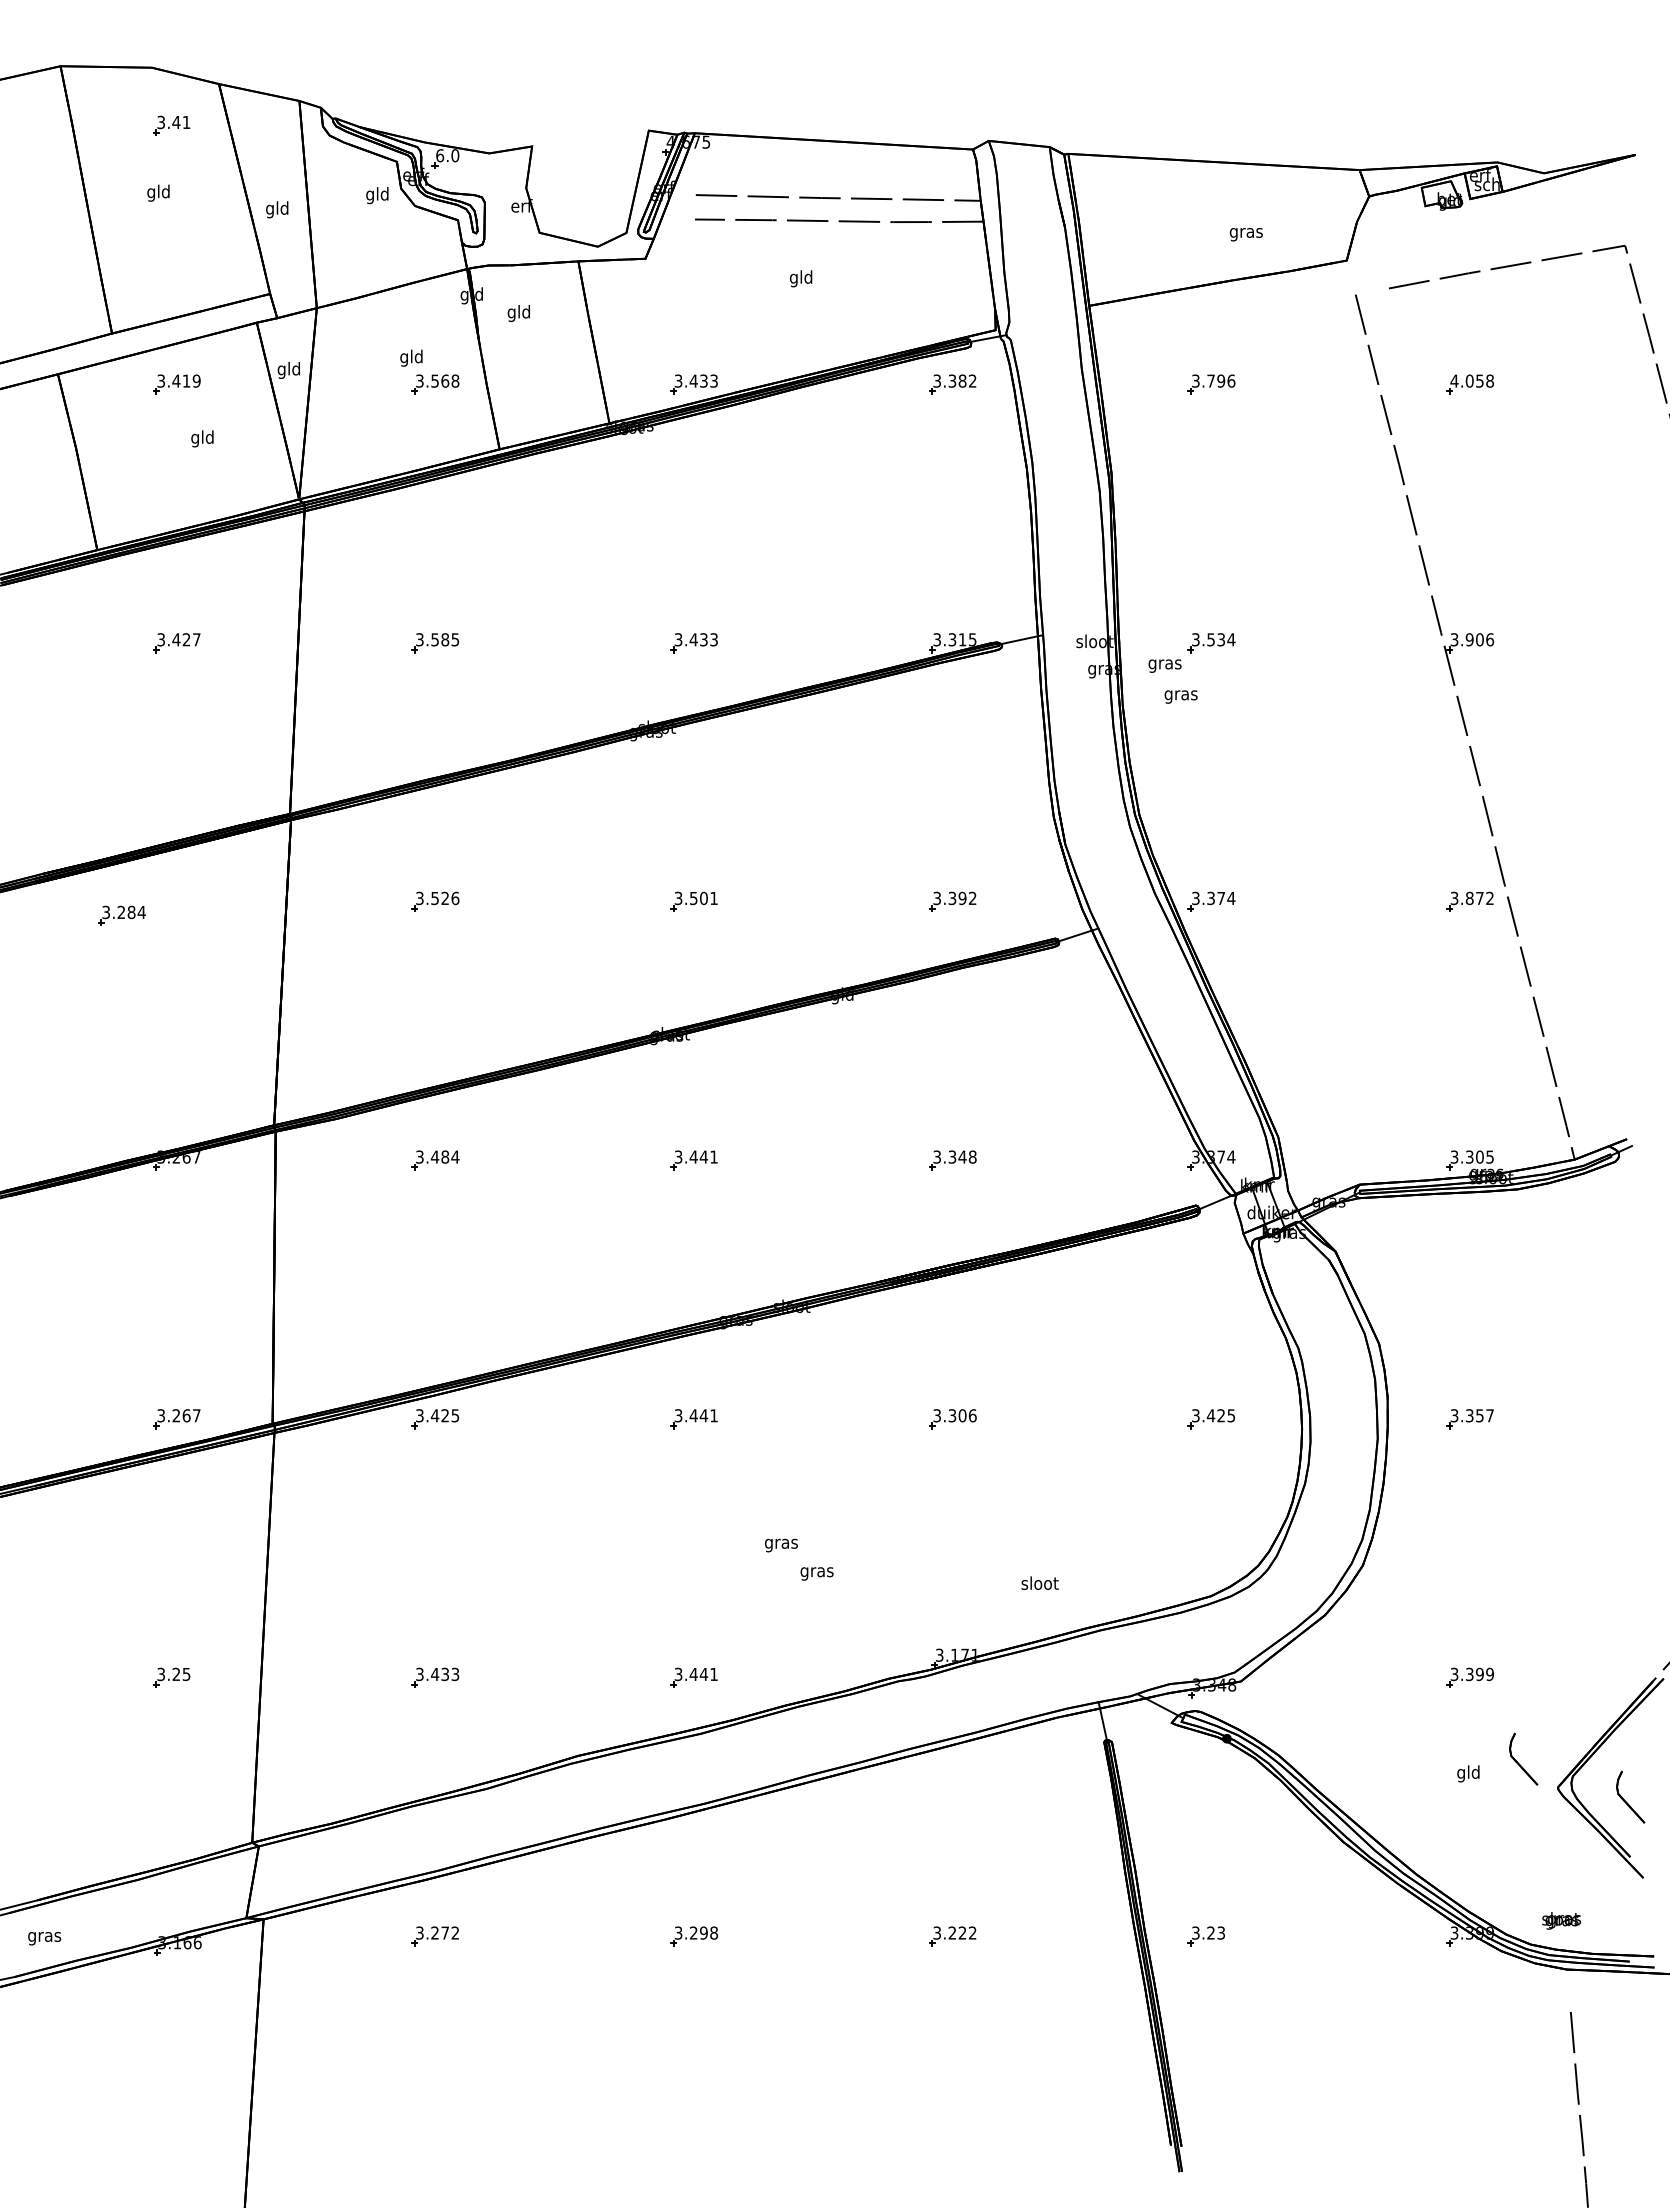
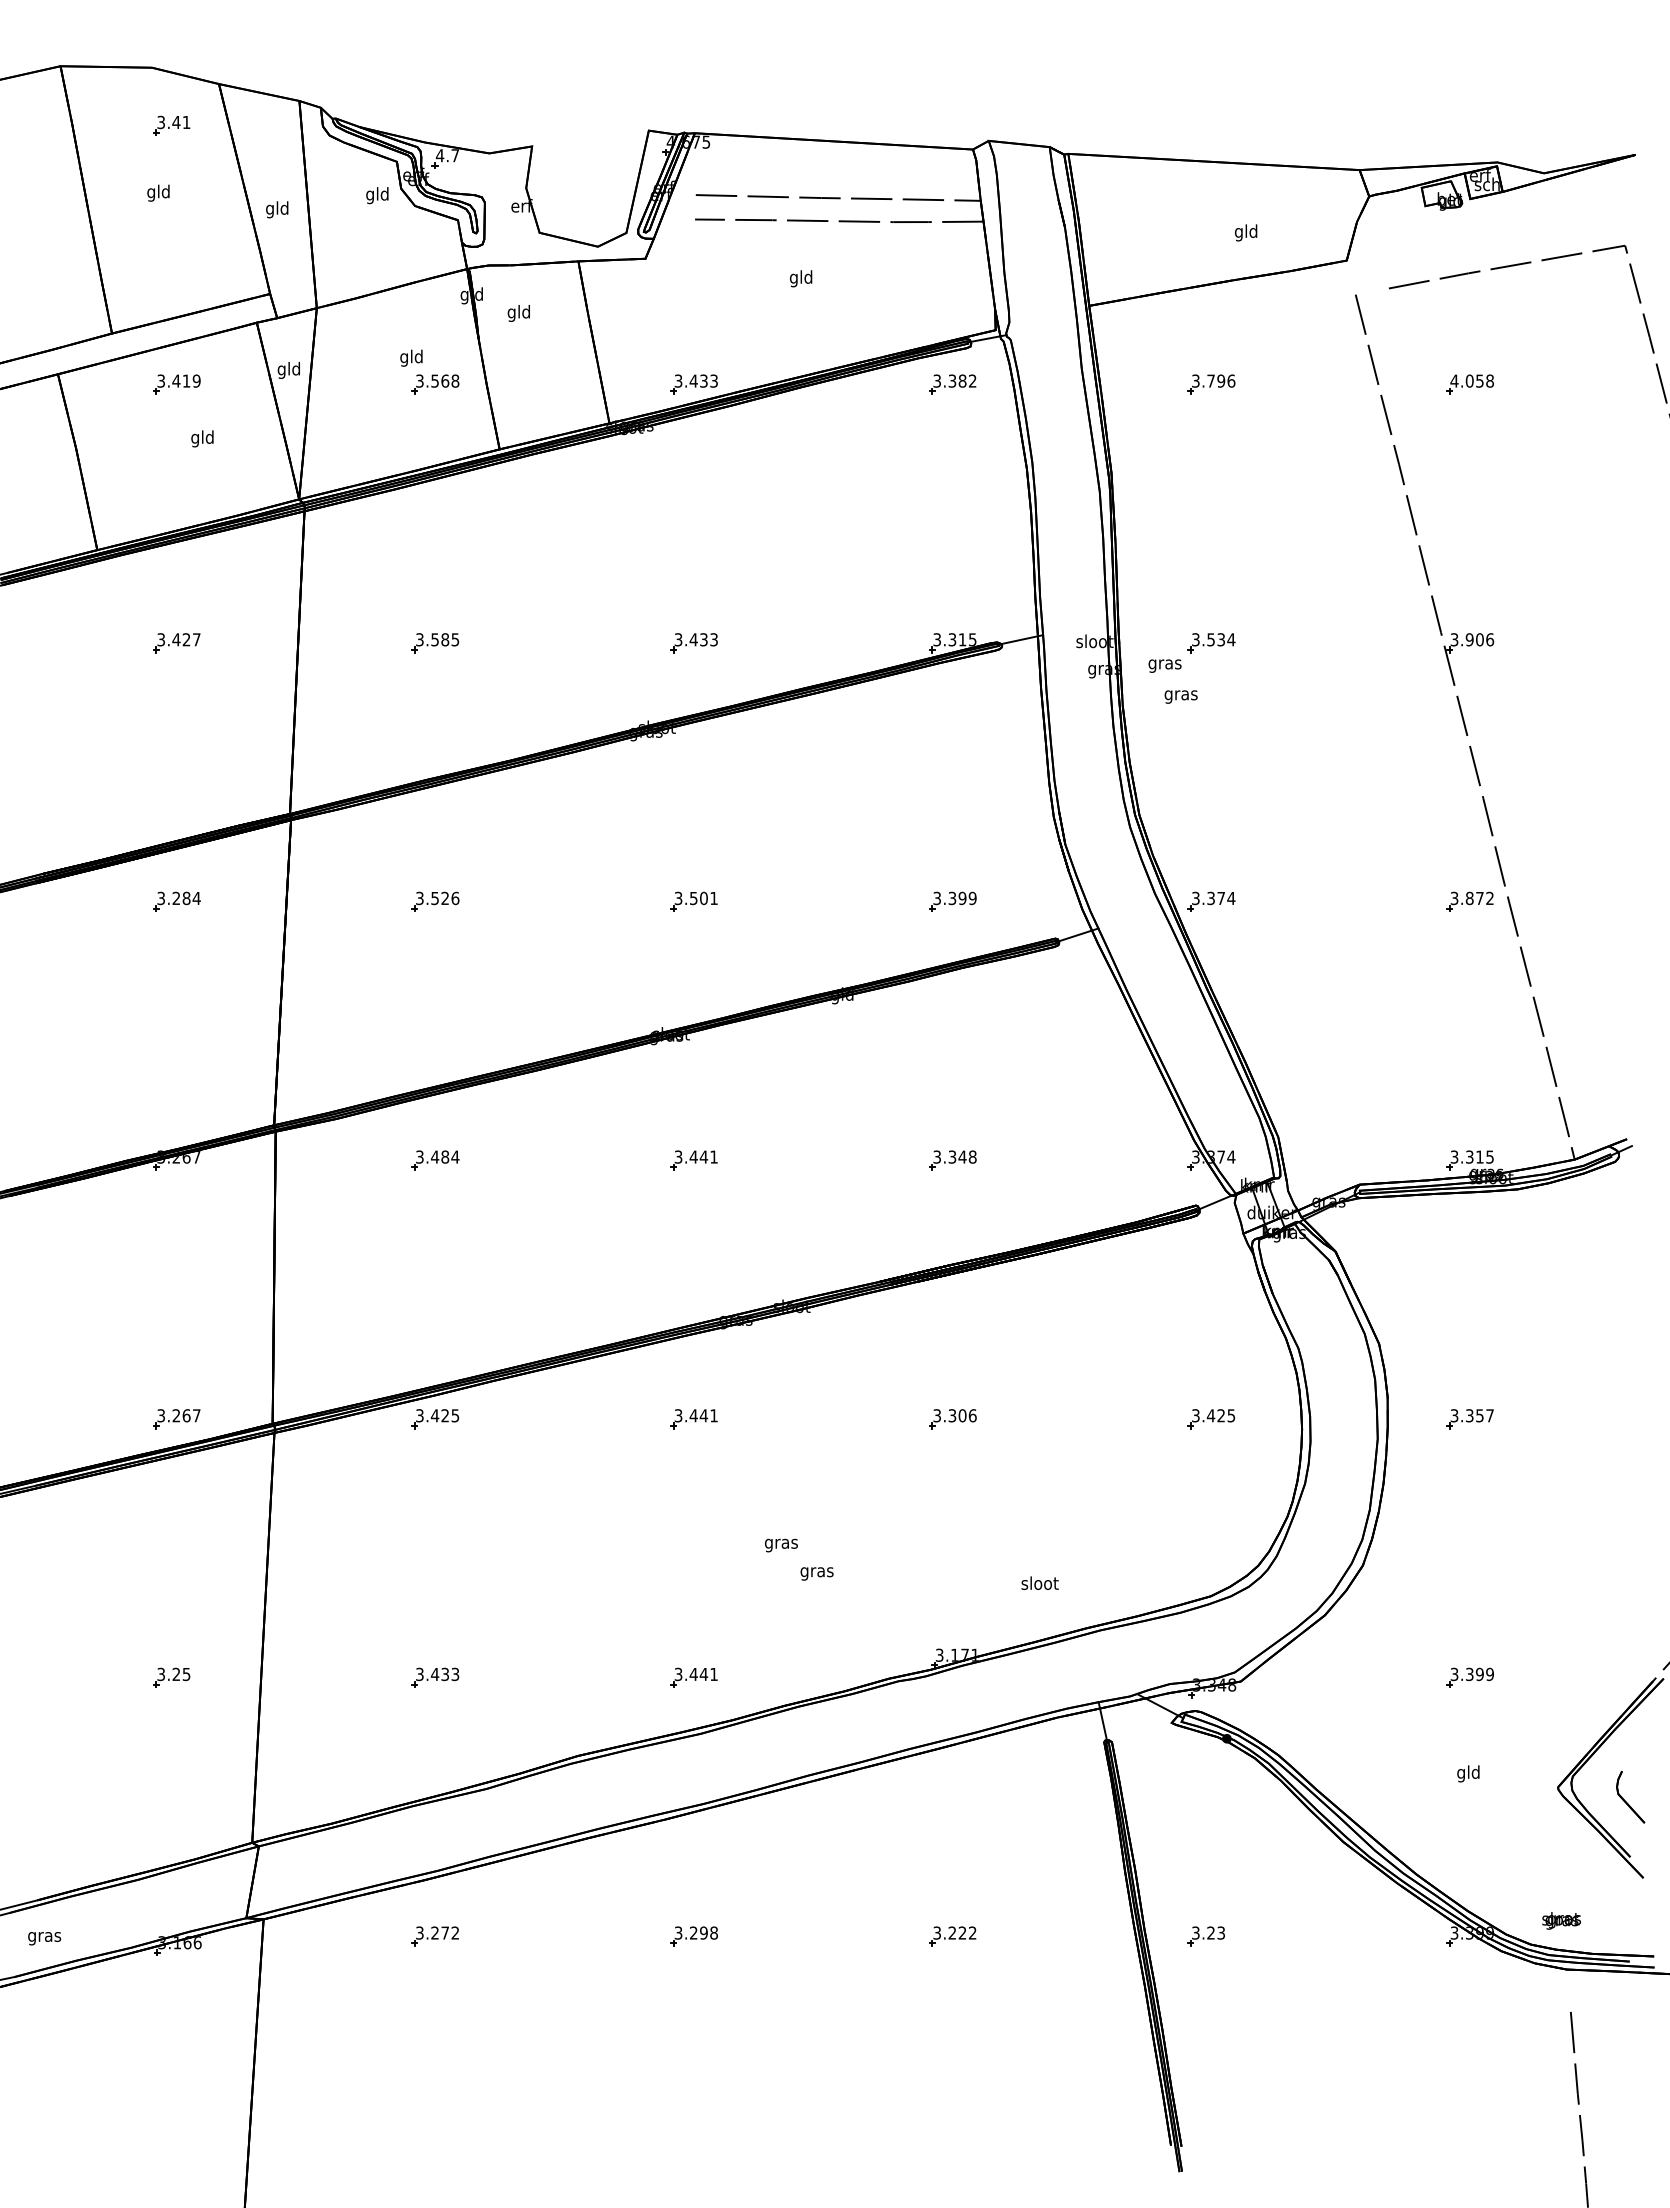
text at (447, 155): 6.0 -> 4.7
text at (1245, 232): gras -> gld
text at (972, 898): 3.392 -> 3.399
part at (121, 915) position: (121, 915) -> (176, 901)
text at (1479, 1156): 3.305 -> 3.315
part at (1518, 1762): present -> none
